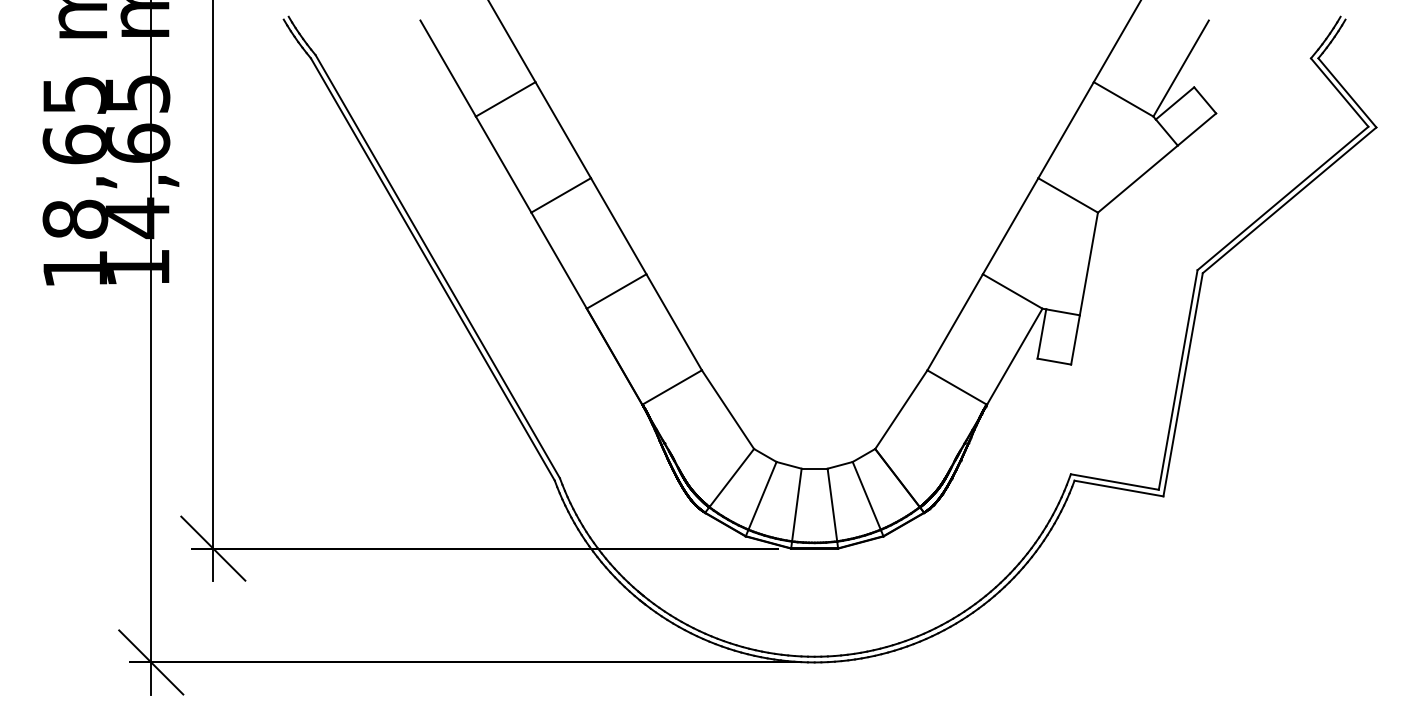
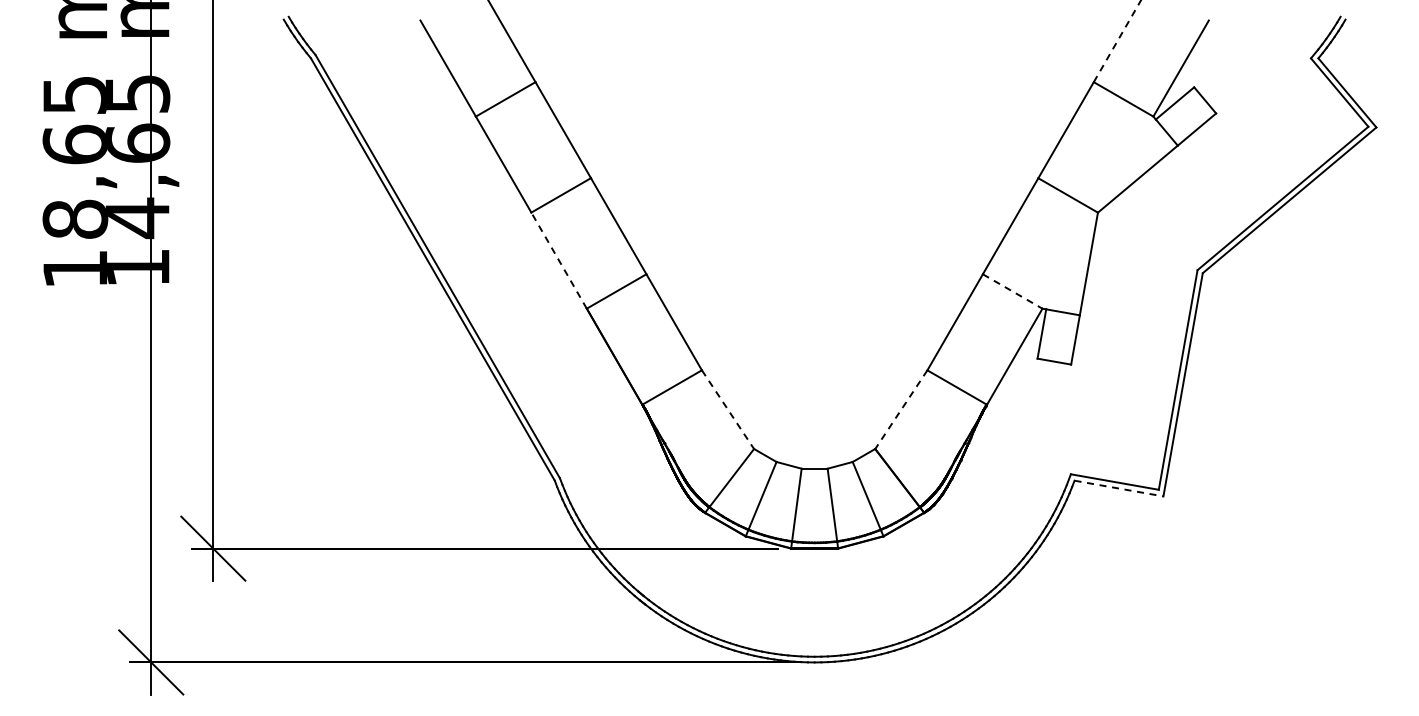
line at (1117, 41): solid -> dashed
line at (558, 260): solid -> dashed
line at (1013, 291): solid -> dashed
line at (728, 410): solid -> dashed
line at (901, 410): solid -> dashed
line at (1119, 488): solid -> dashed
